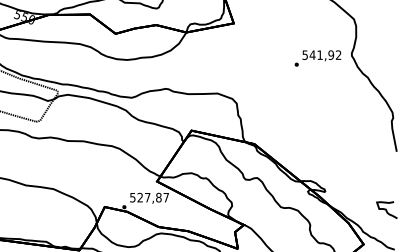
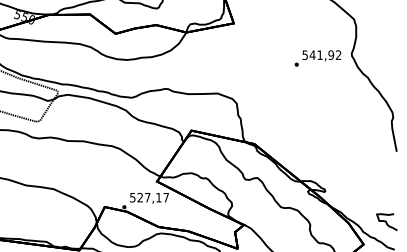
text at (158, 197): 527,87 -> 527,17
curve at (386, 209) position: (386, 209) -> (386, 221)
